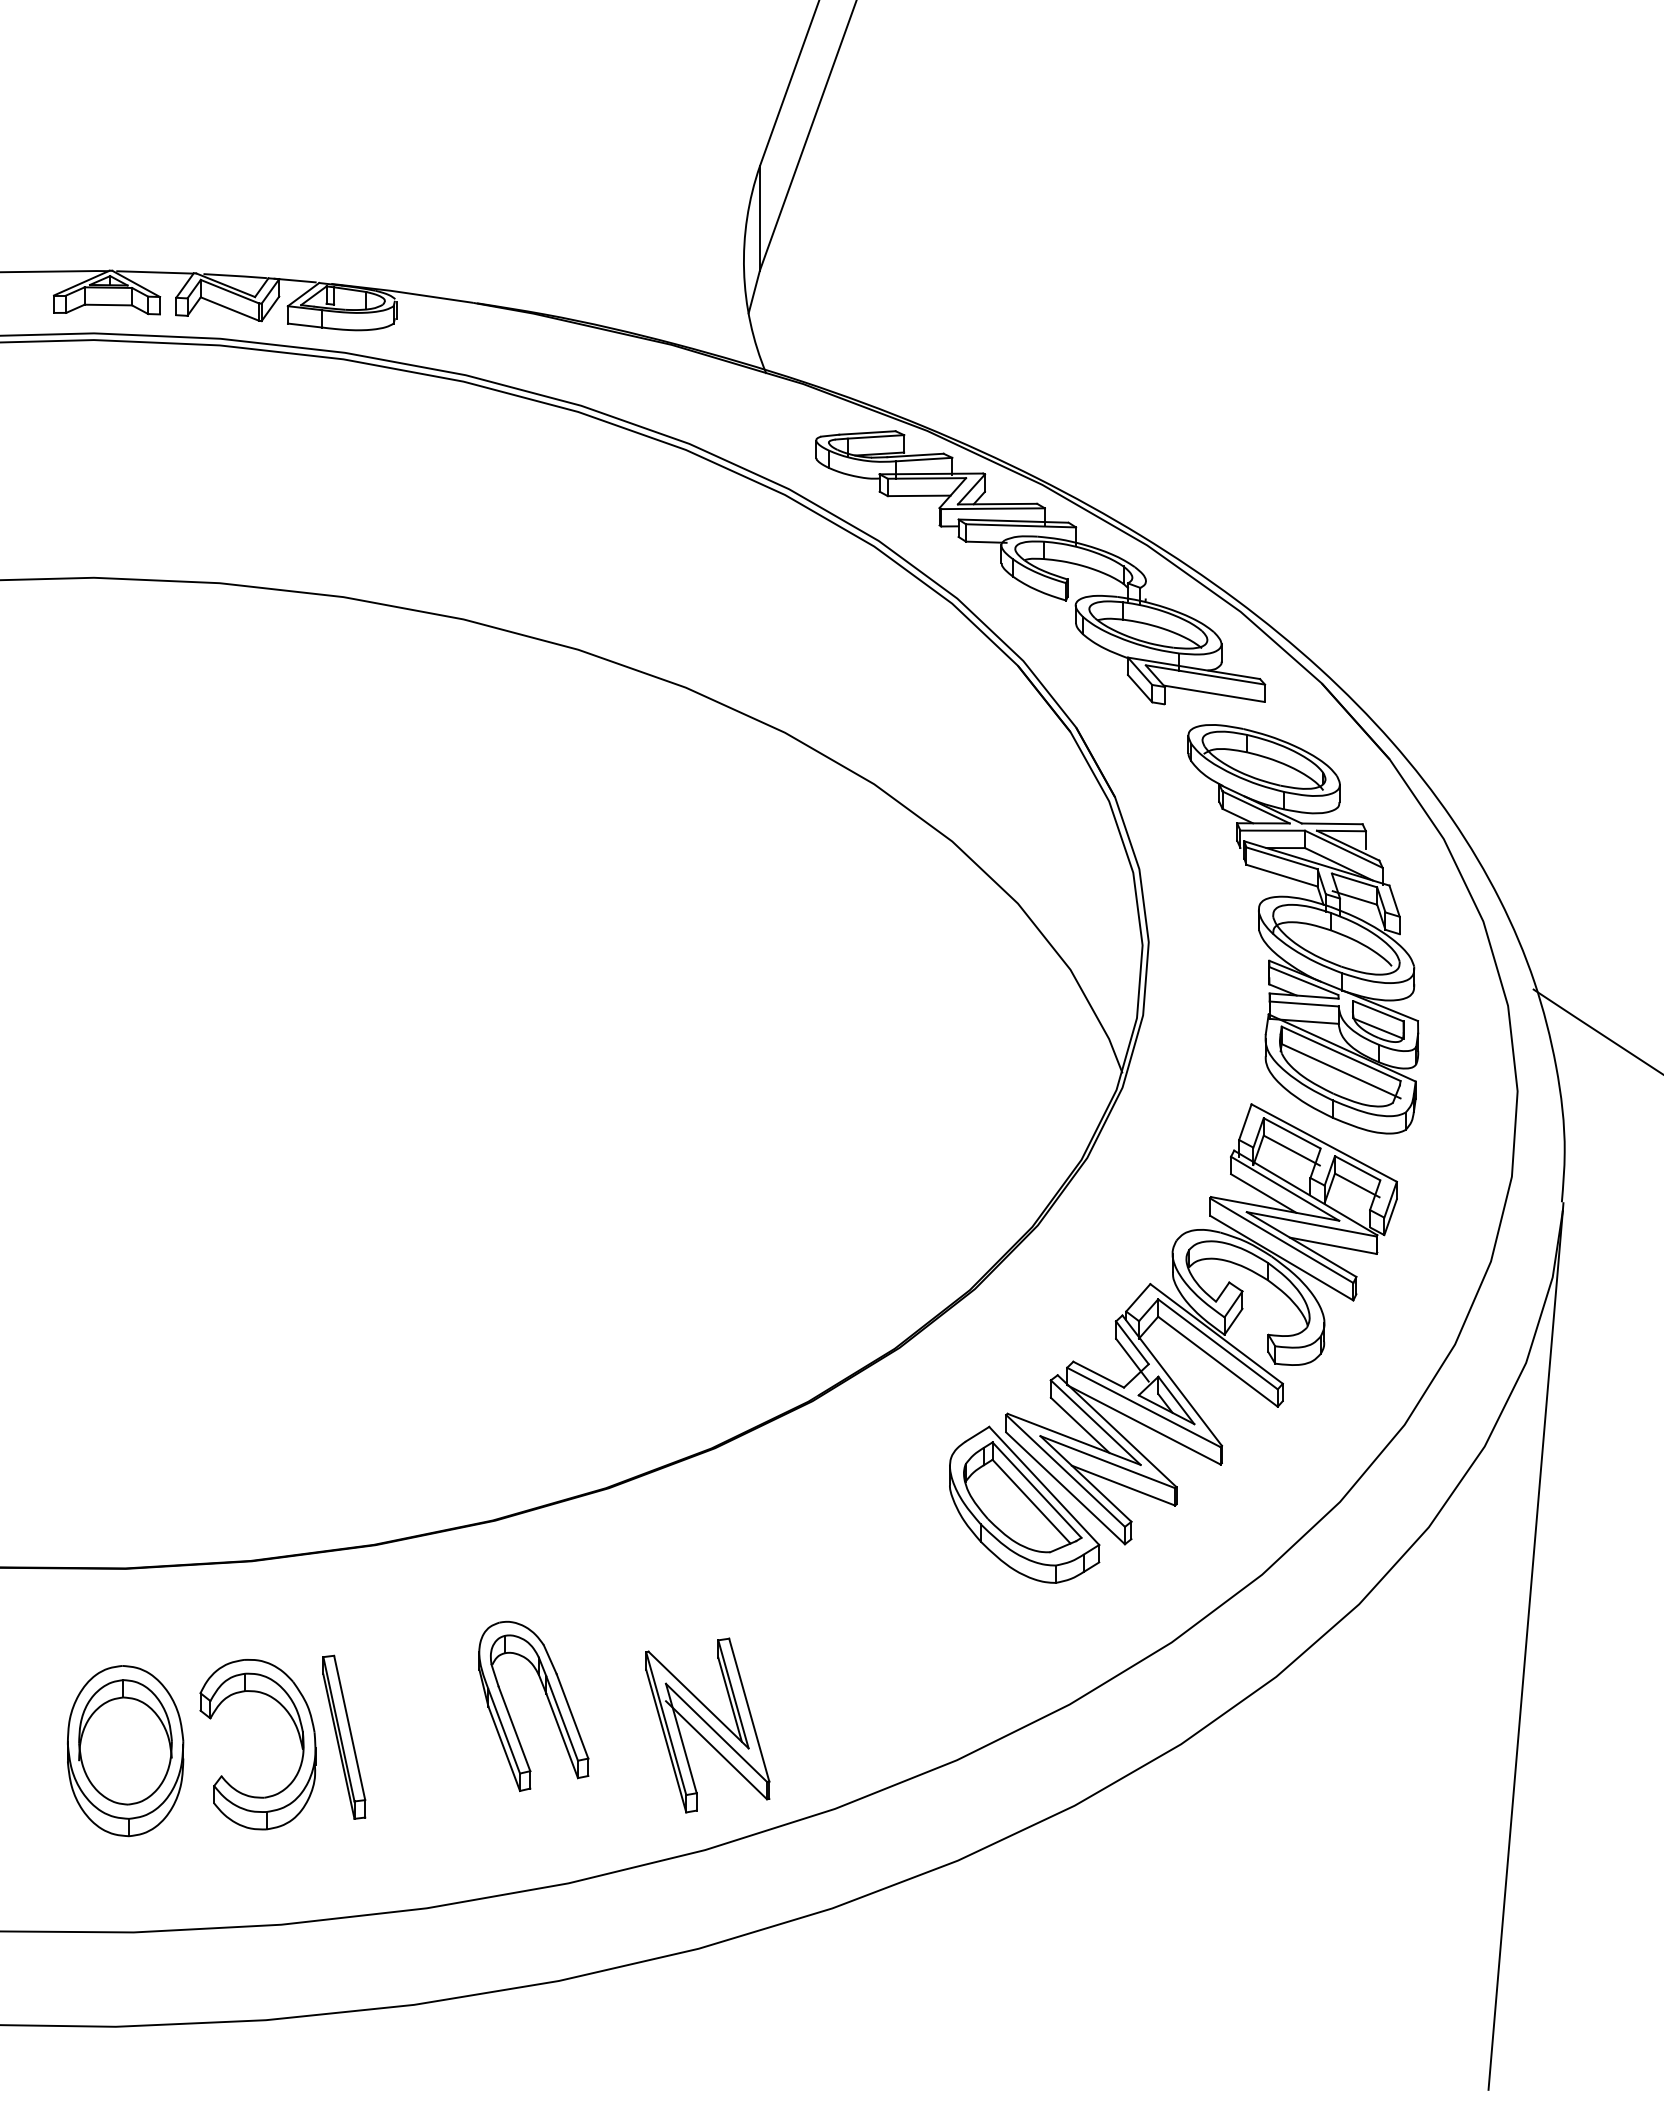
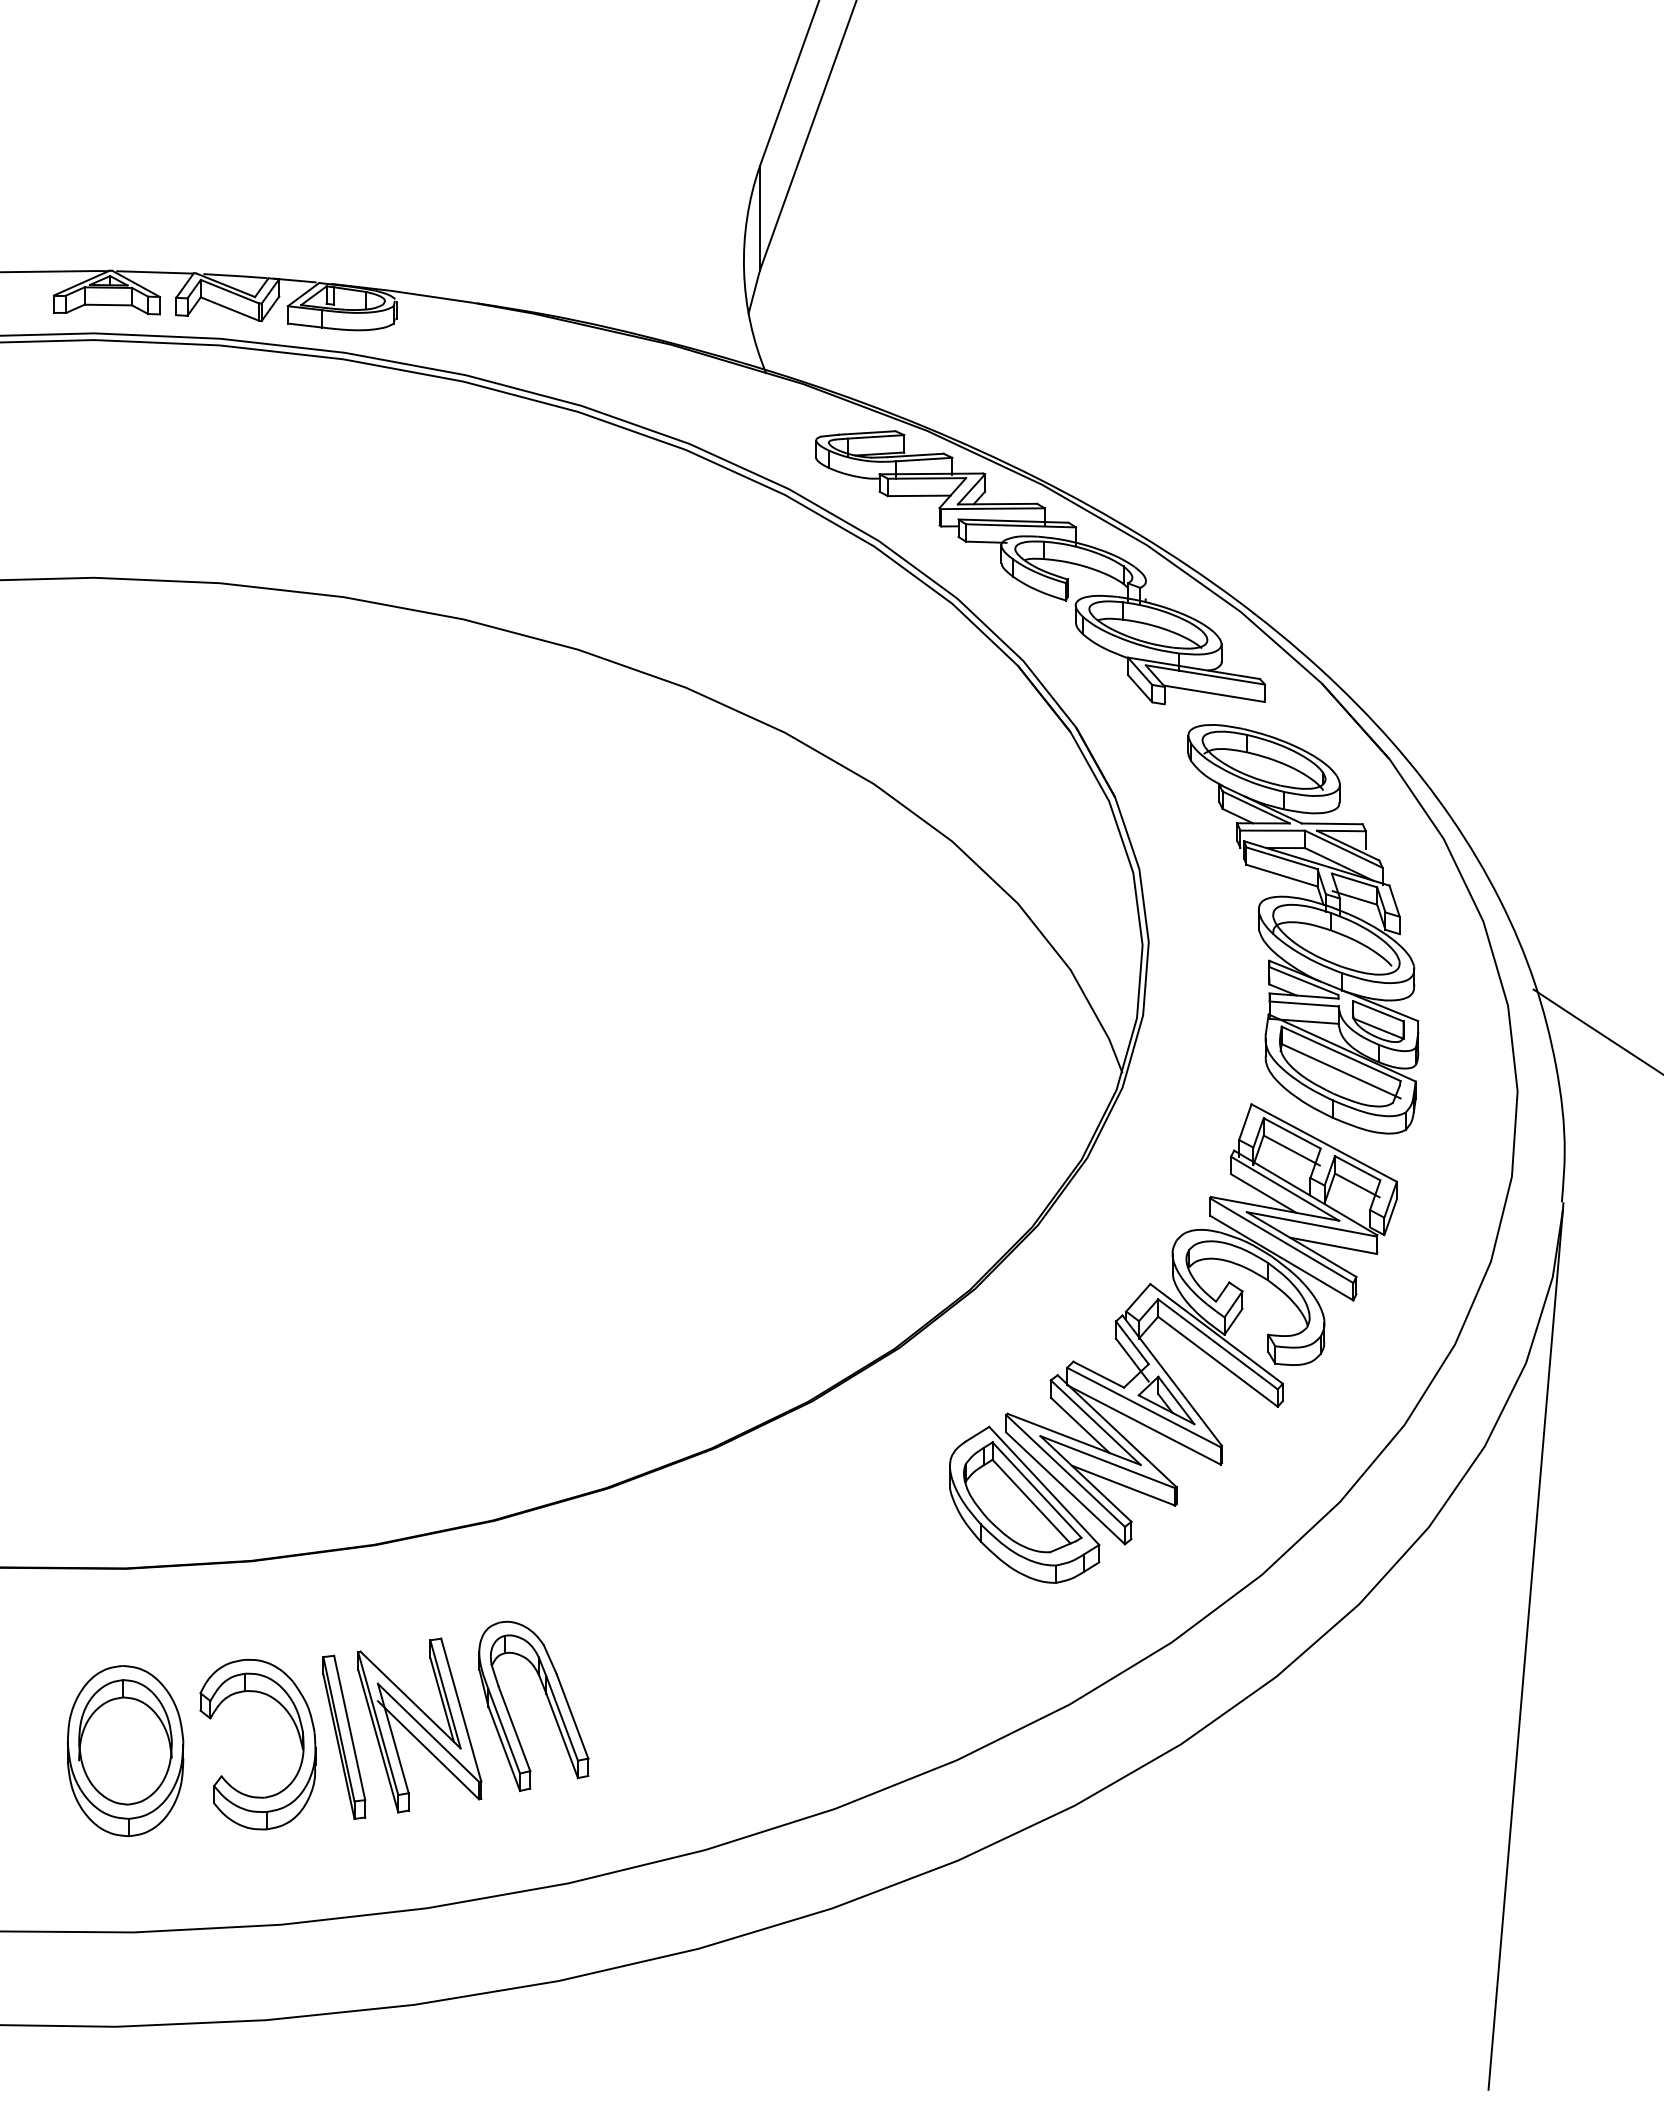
part at (707, 1725) position: (707, 1725) -> (419, 1725)
